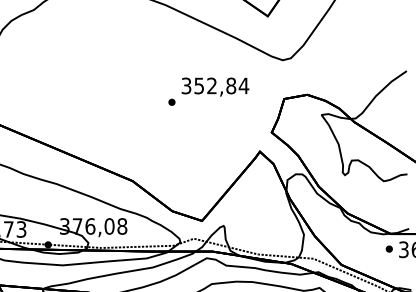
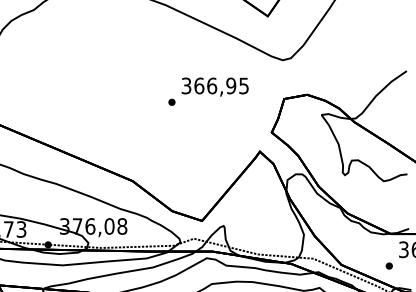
text at (221, 85): 352,84 -> 366,95
part at (388, 248) position: (388, 248) -> (388, 265)
